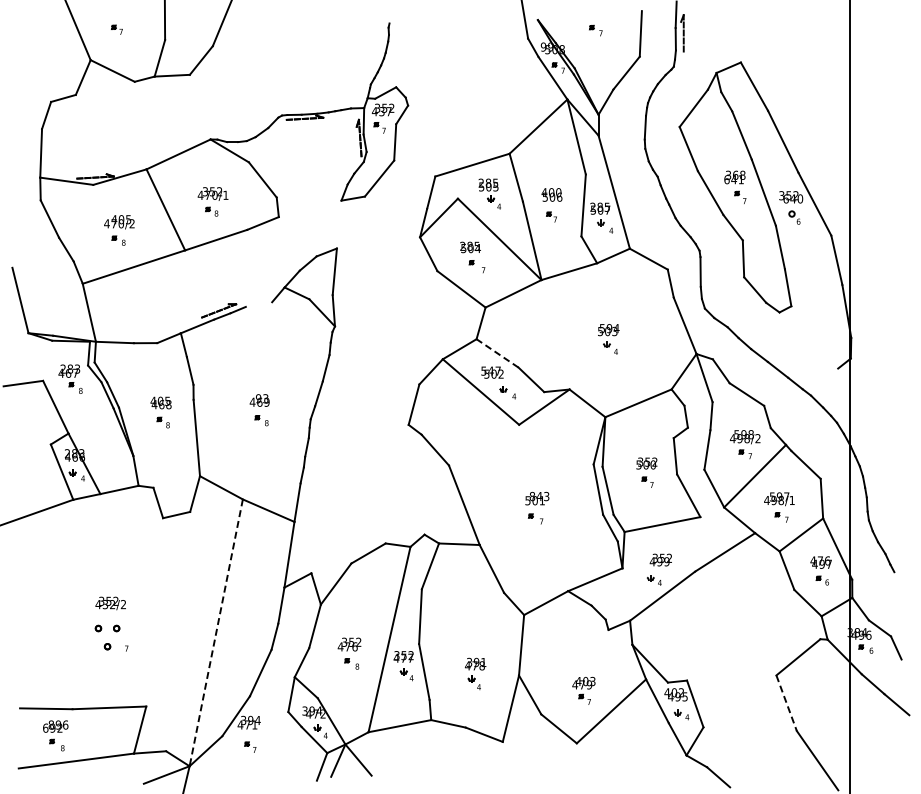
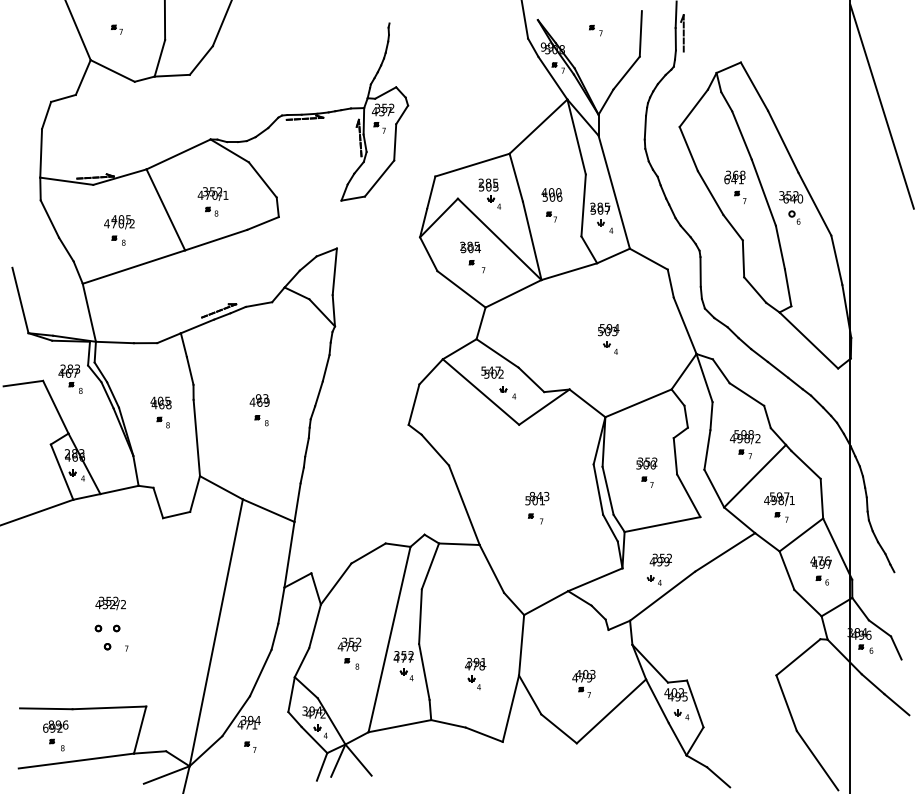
line at (881, 106): none -> present
line at (258, 304): none -> present
line at (808, 340): none -> present
line at (497, 353): dashed -> solid
line at (216, 633): dashed -> solid
part at (583, 690) position: (583, 690) -> (583, 683)
line at (786, 703): dashed -> solid
